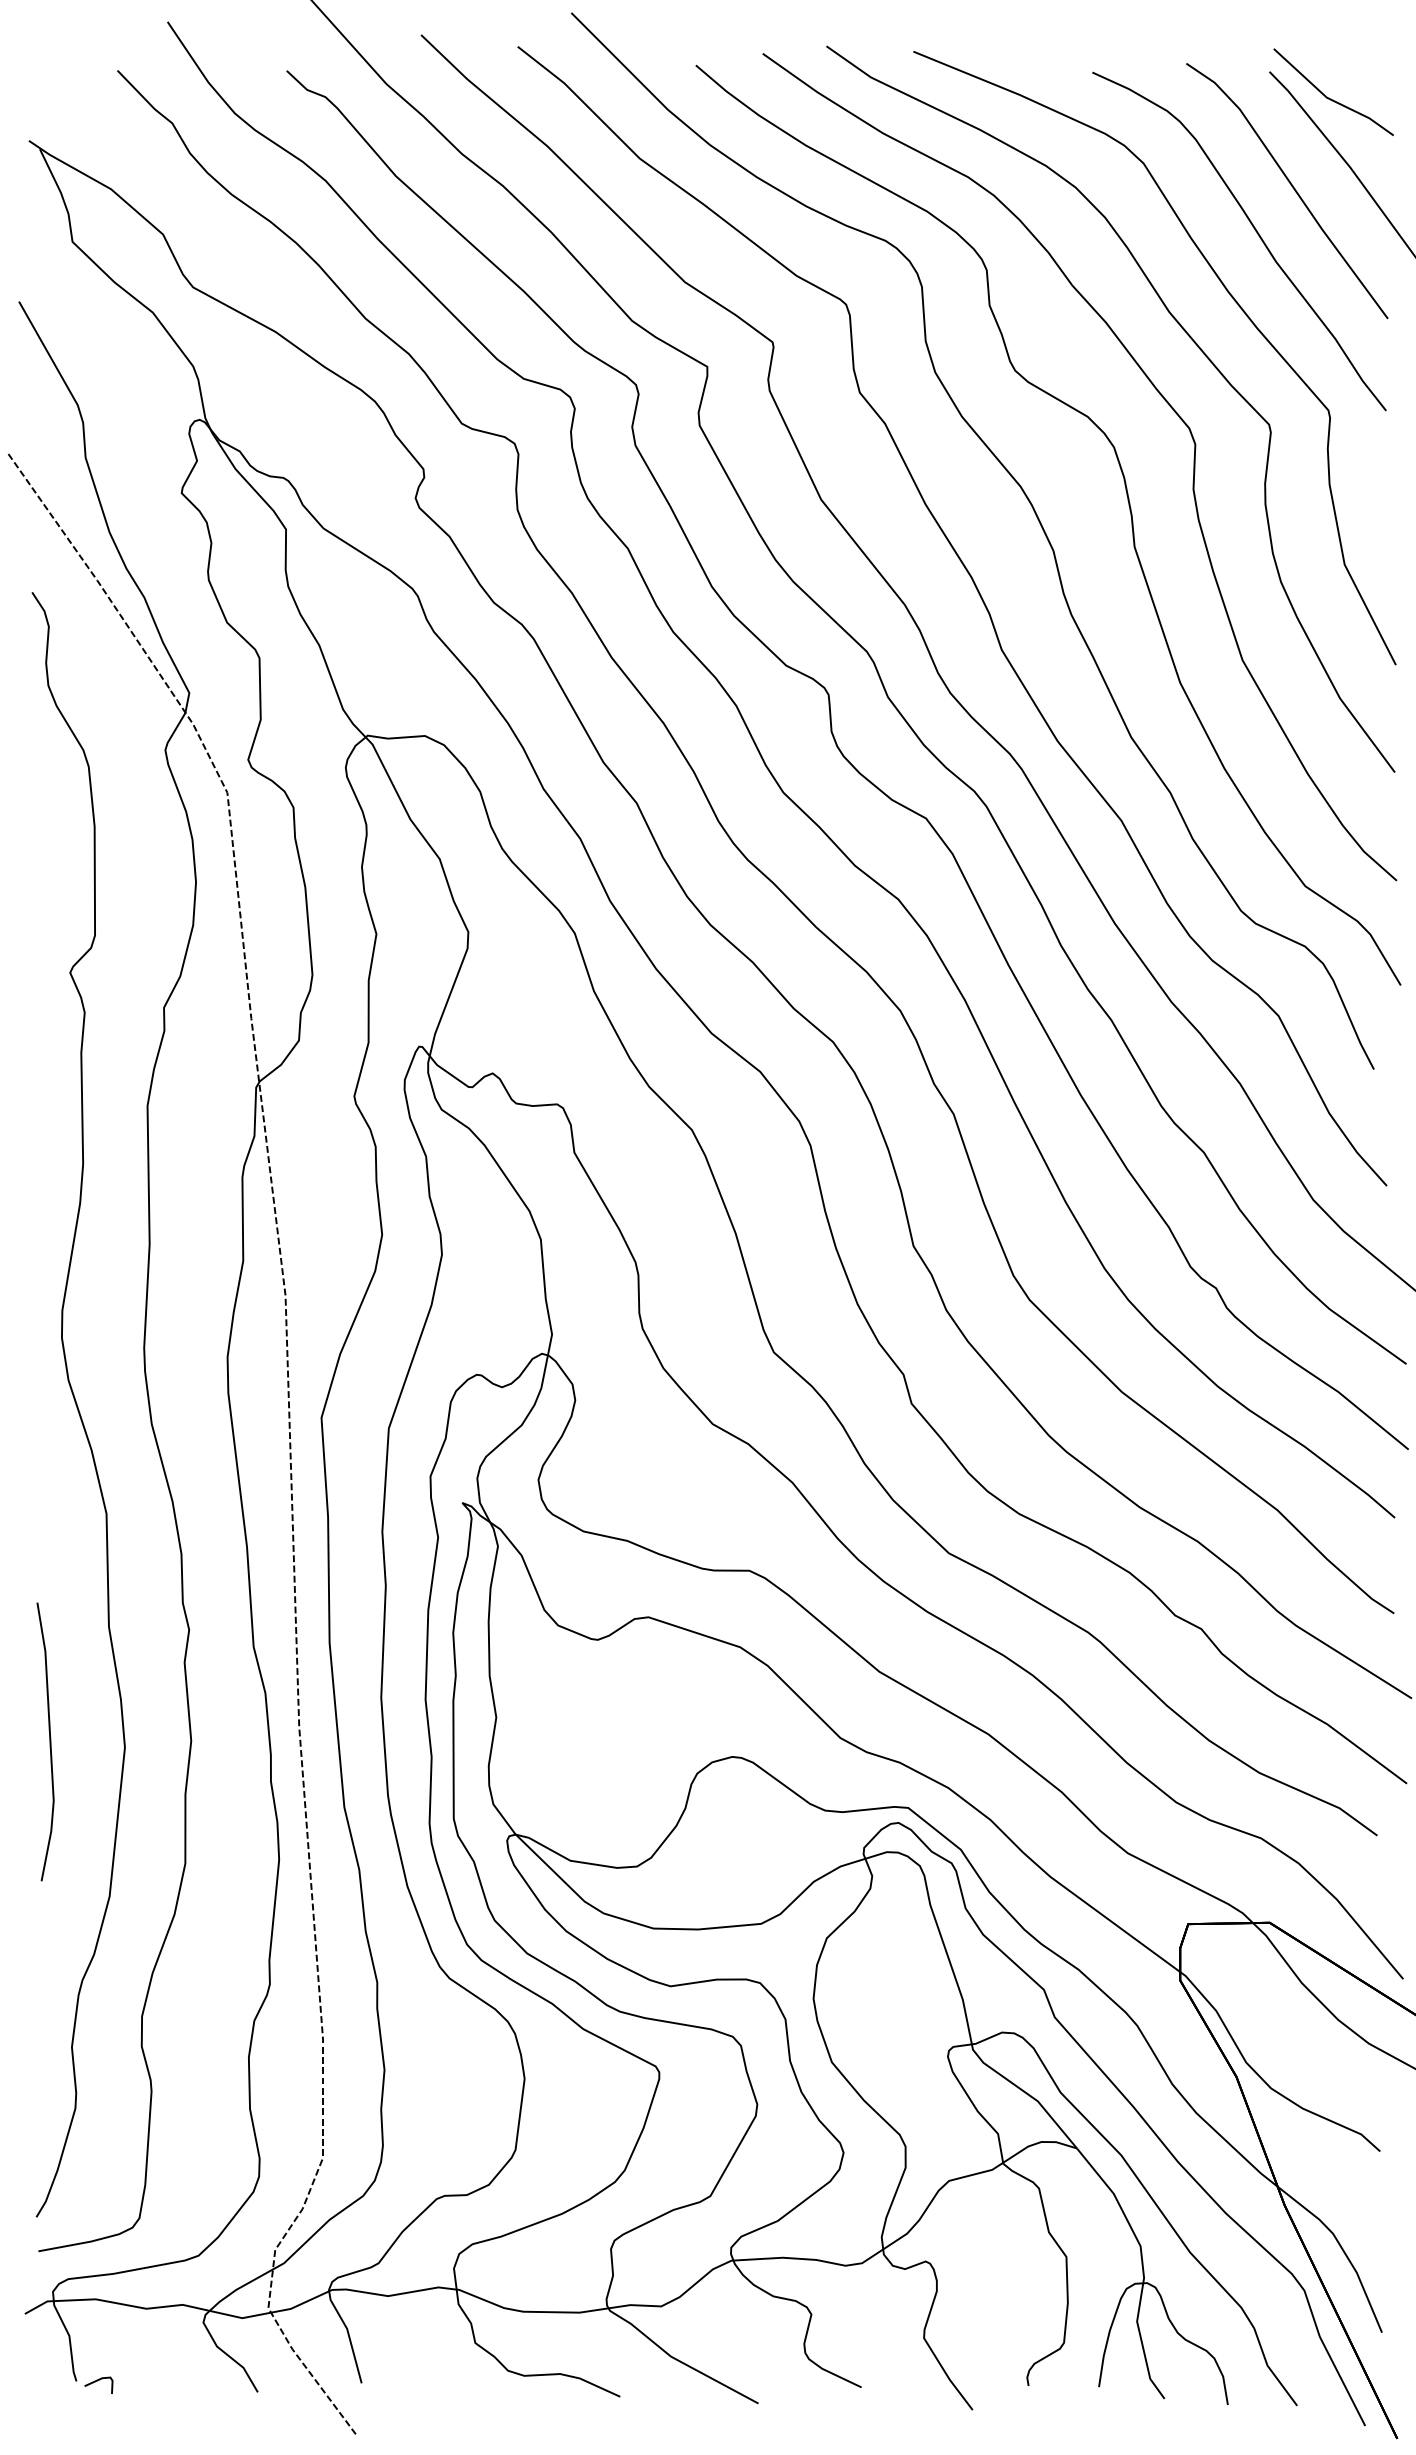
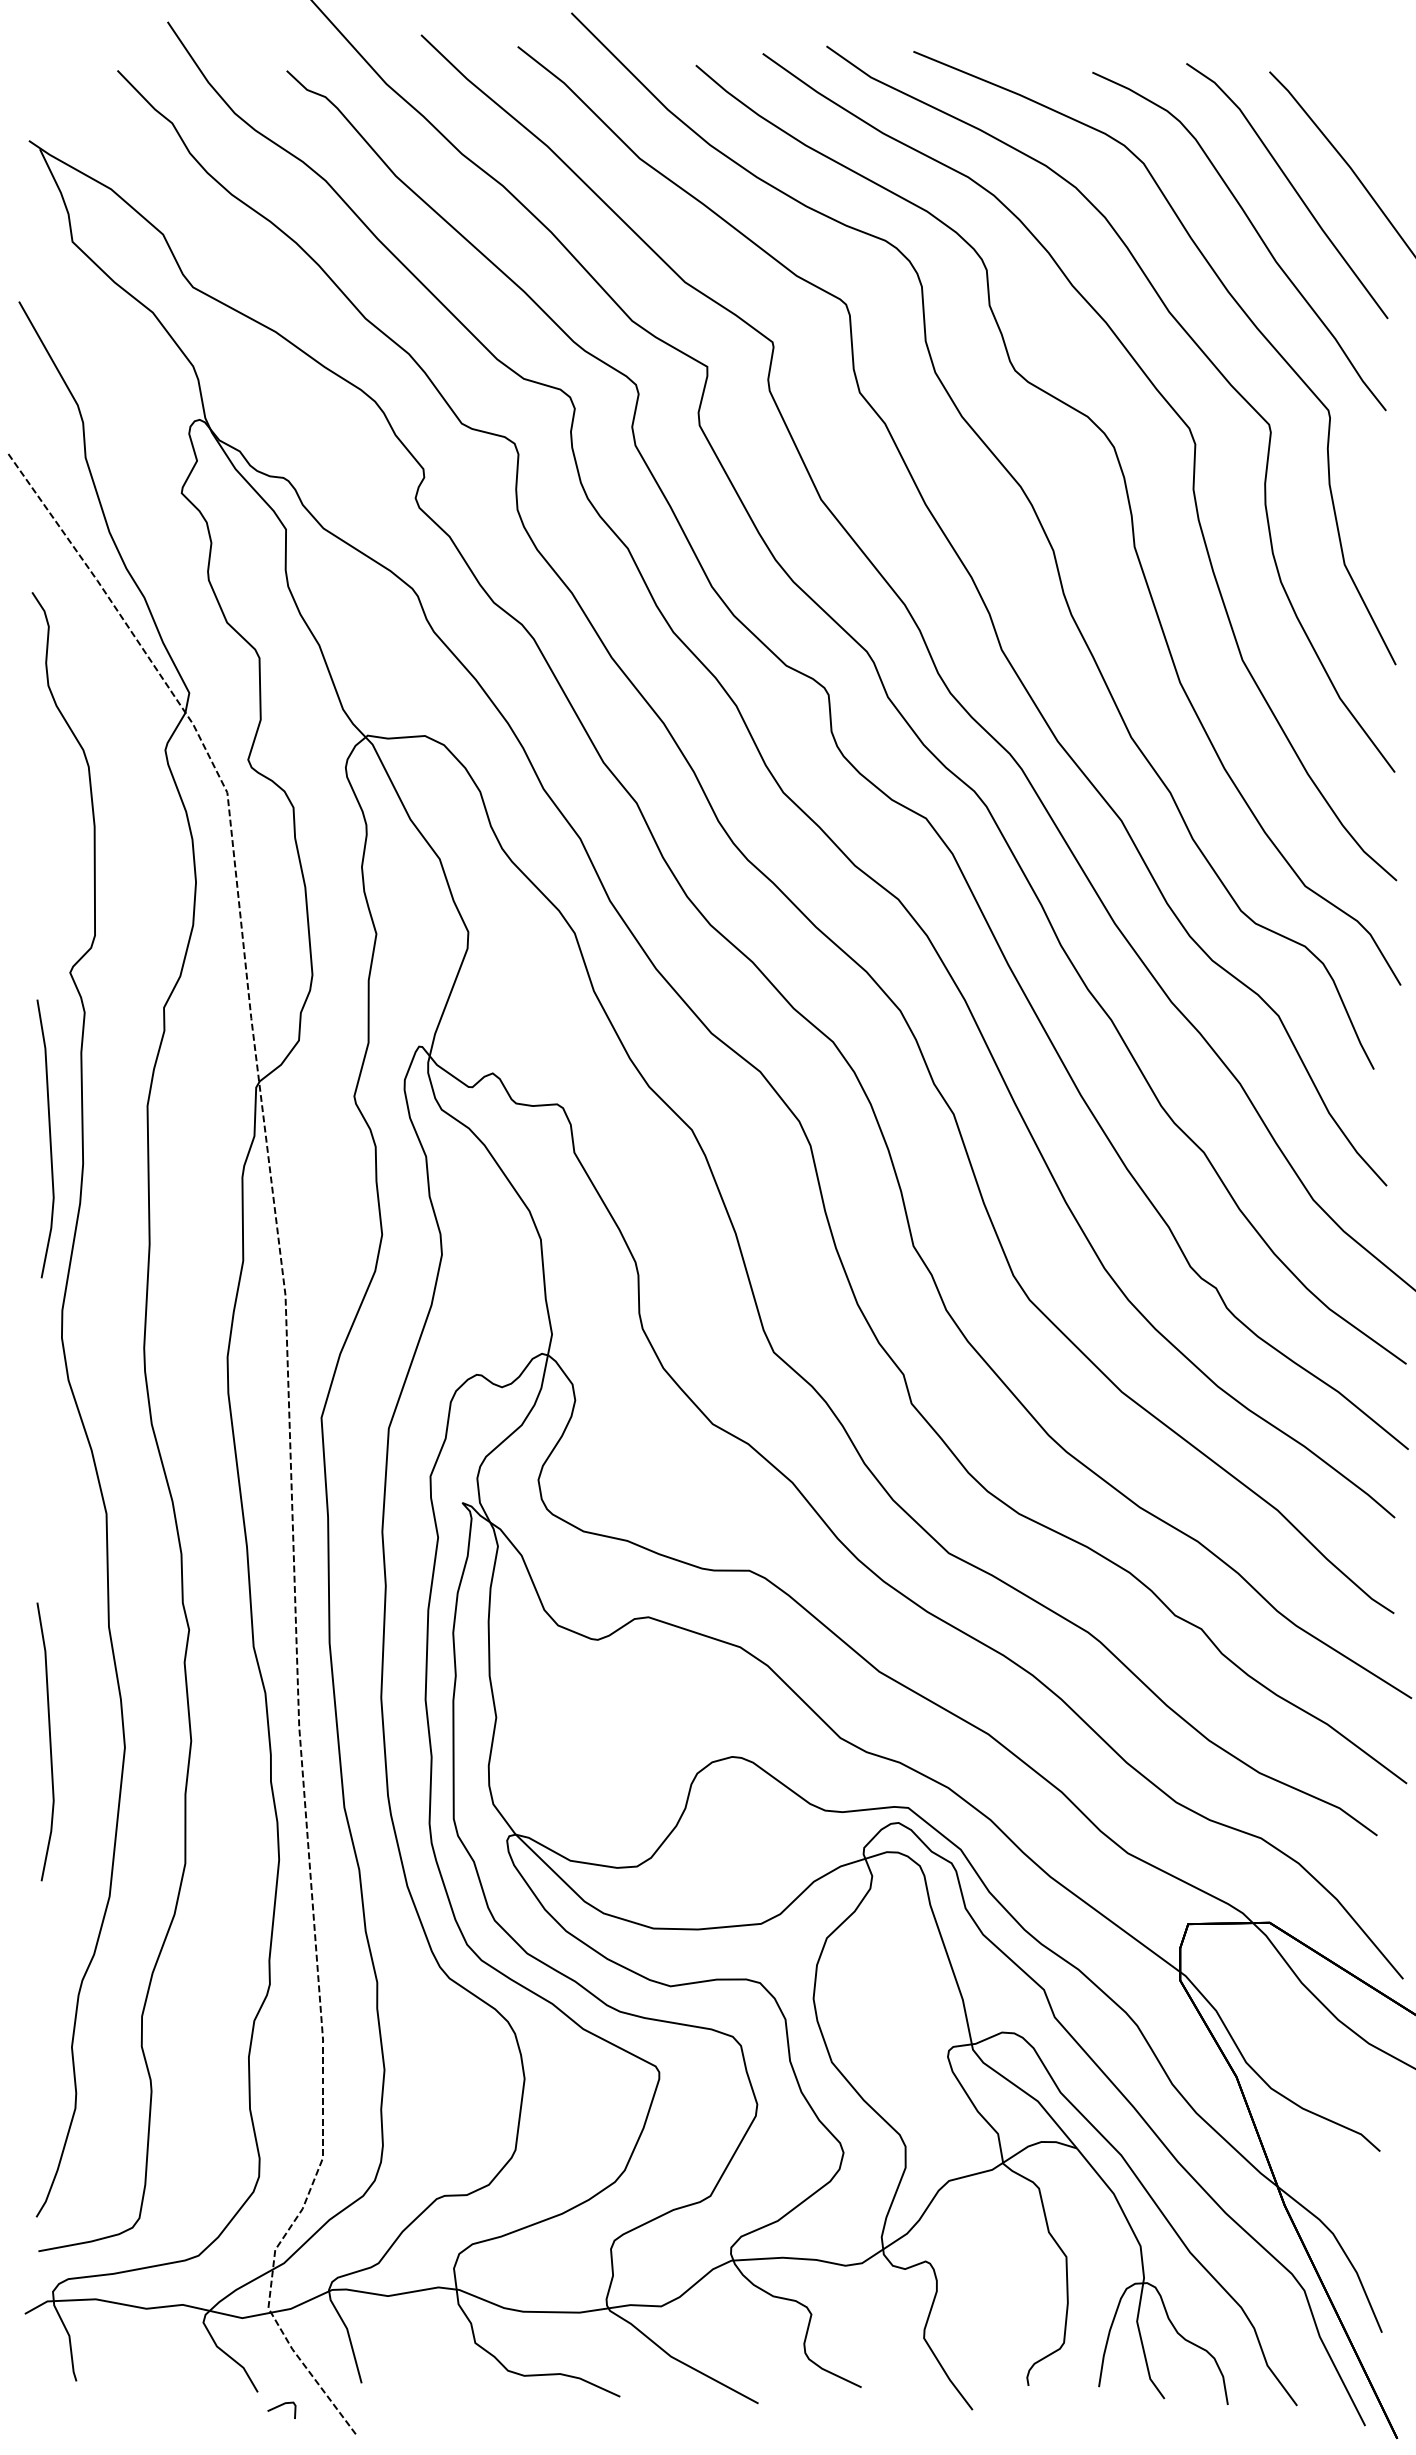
line at (1329, 97): present -> none
line at (49, 1138): none -> present
line at (97, 2381) position: (97, 2381) -> (280, 2406)
